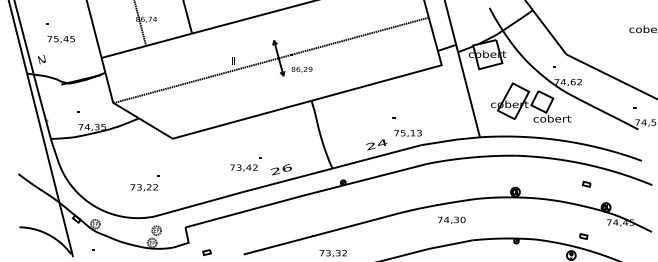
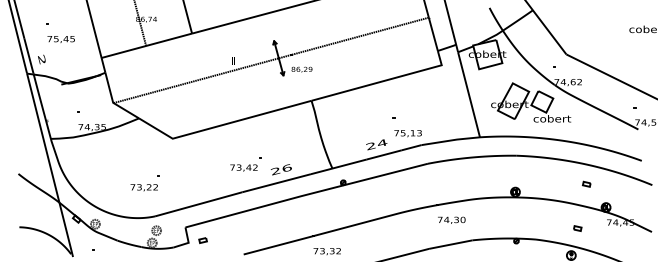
part at (583, 236) position: (583, 236) -> (577, 228)
part at (206, 252) position: (206, 252) -> (202, 240)
text at (332, 253) position: (332, 253) -> (326, 251)
